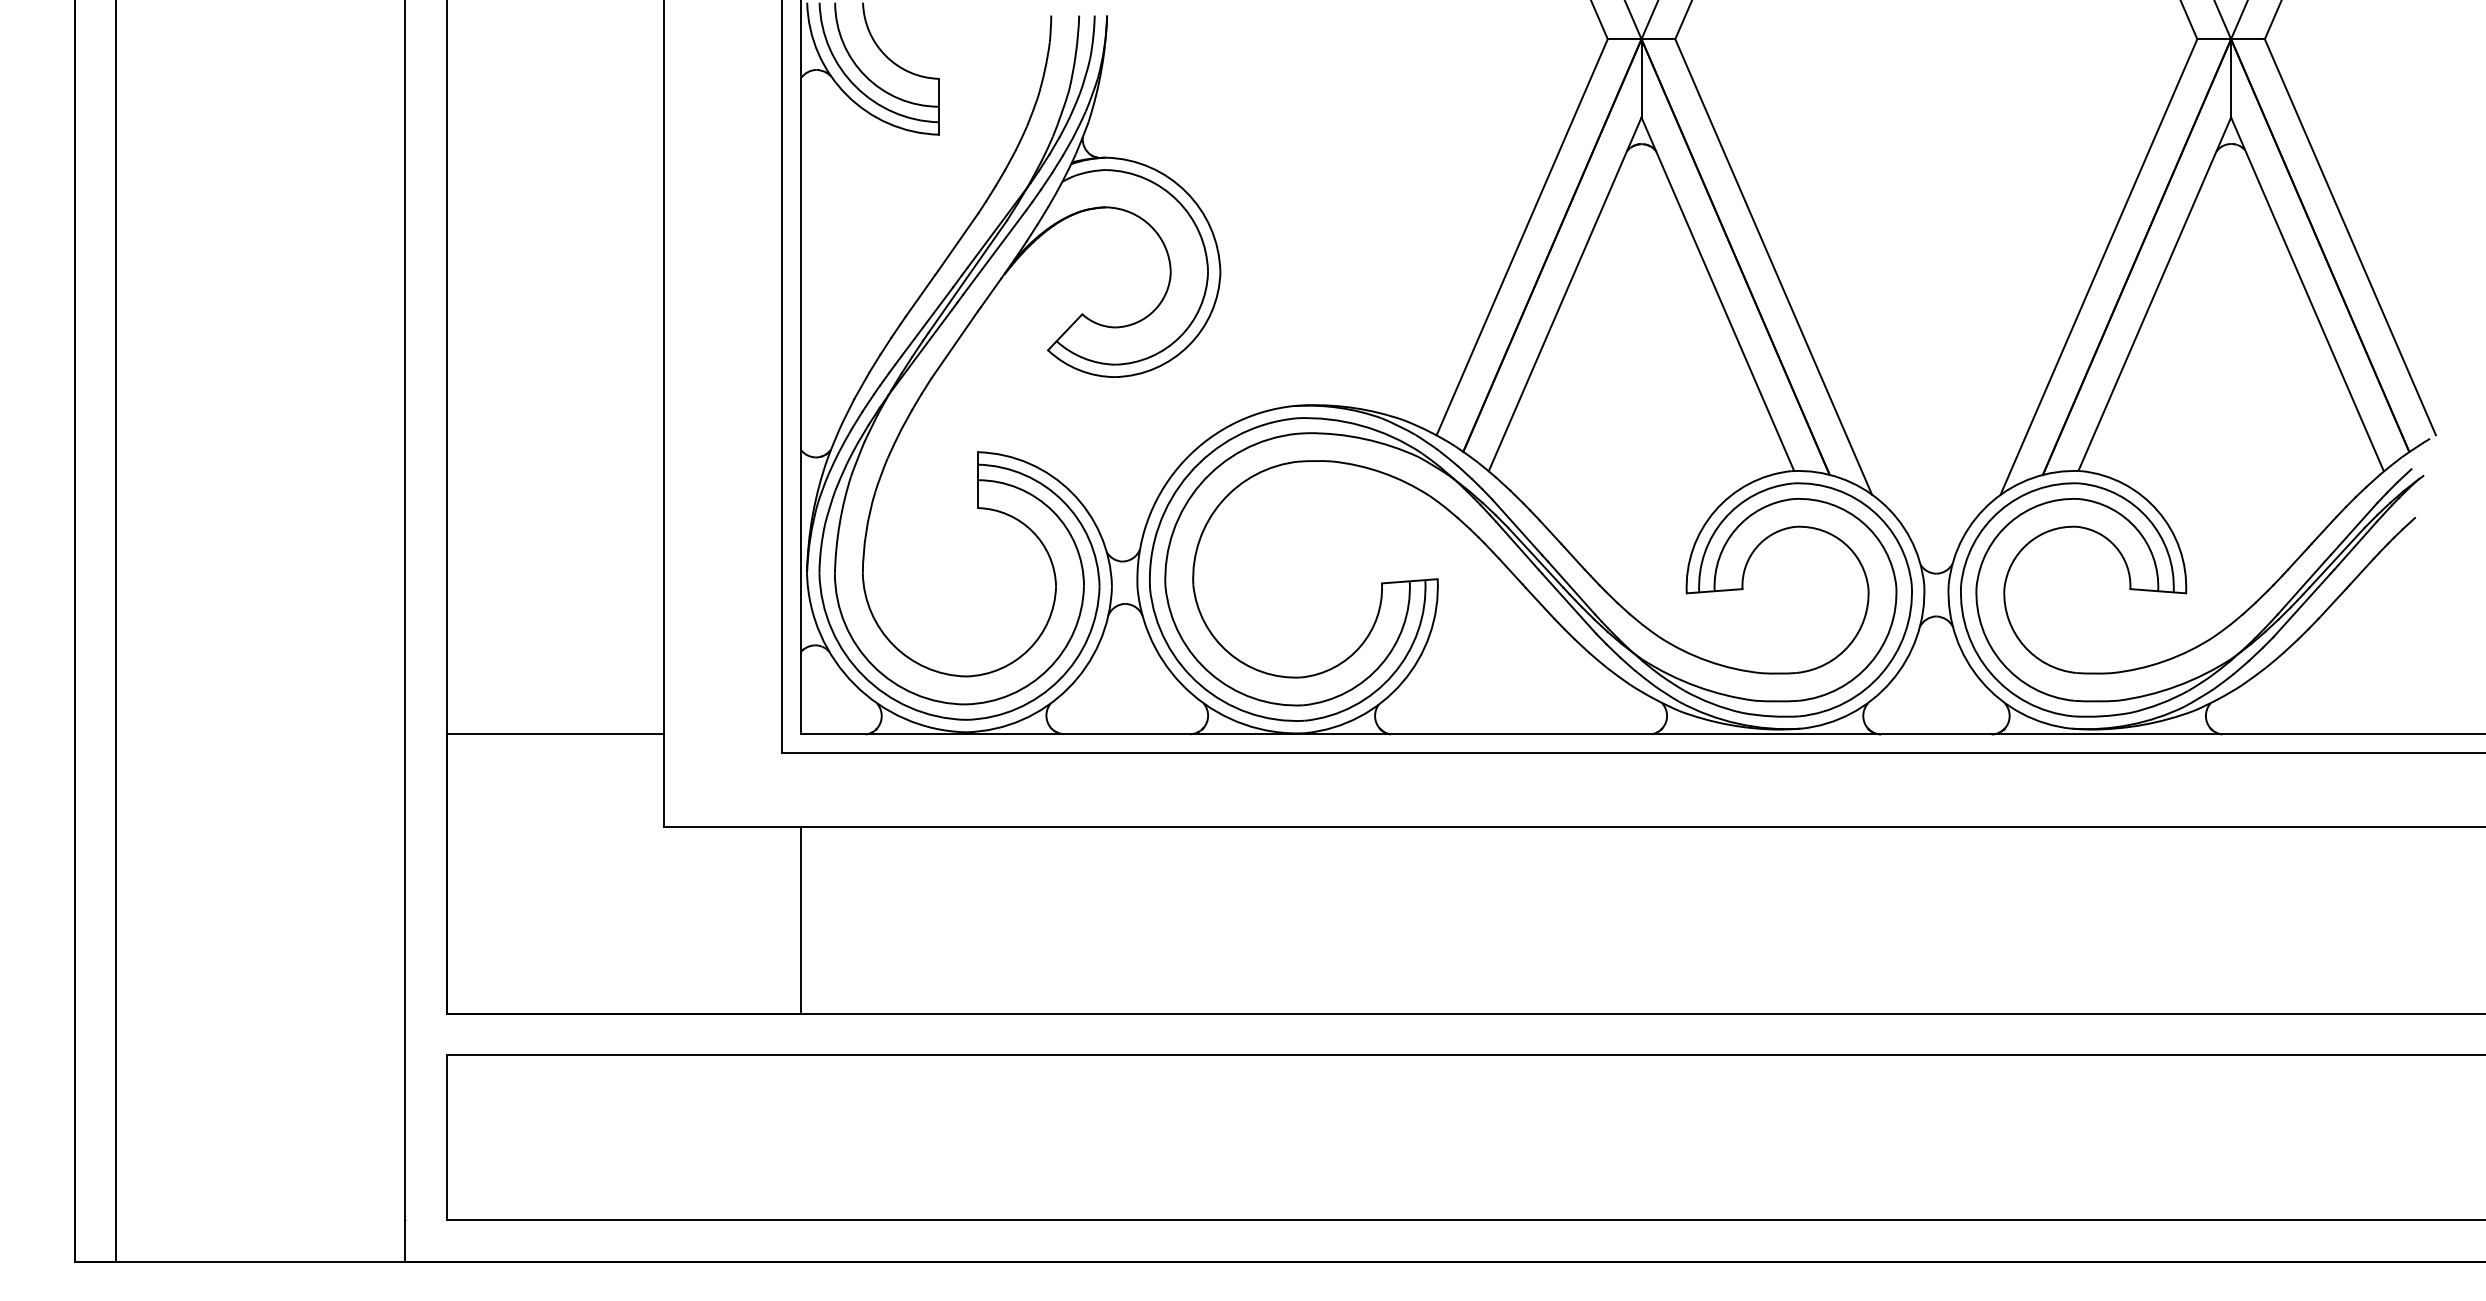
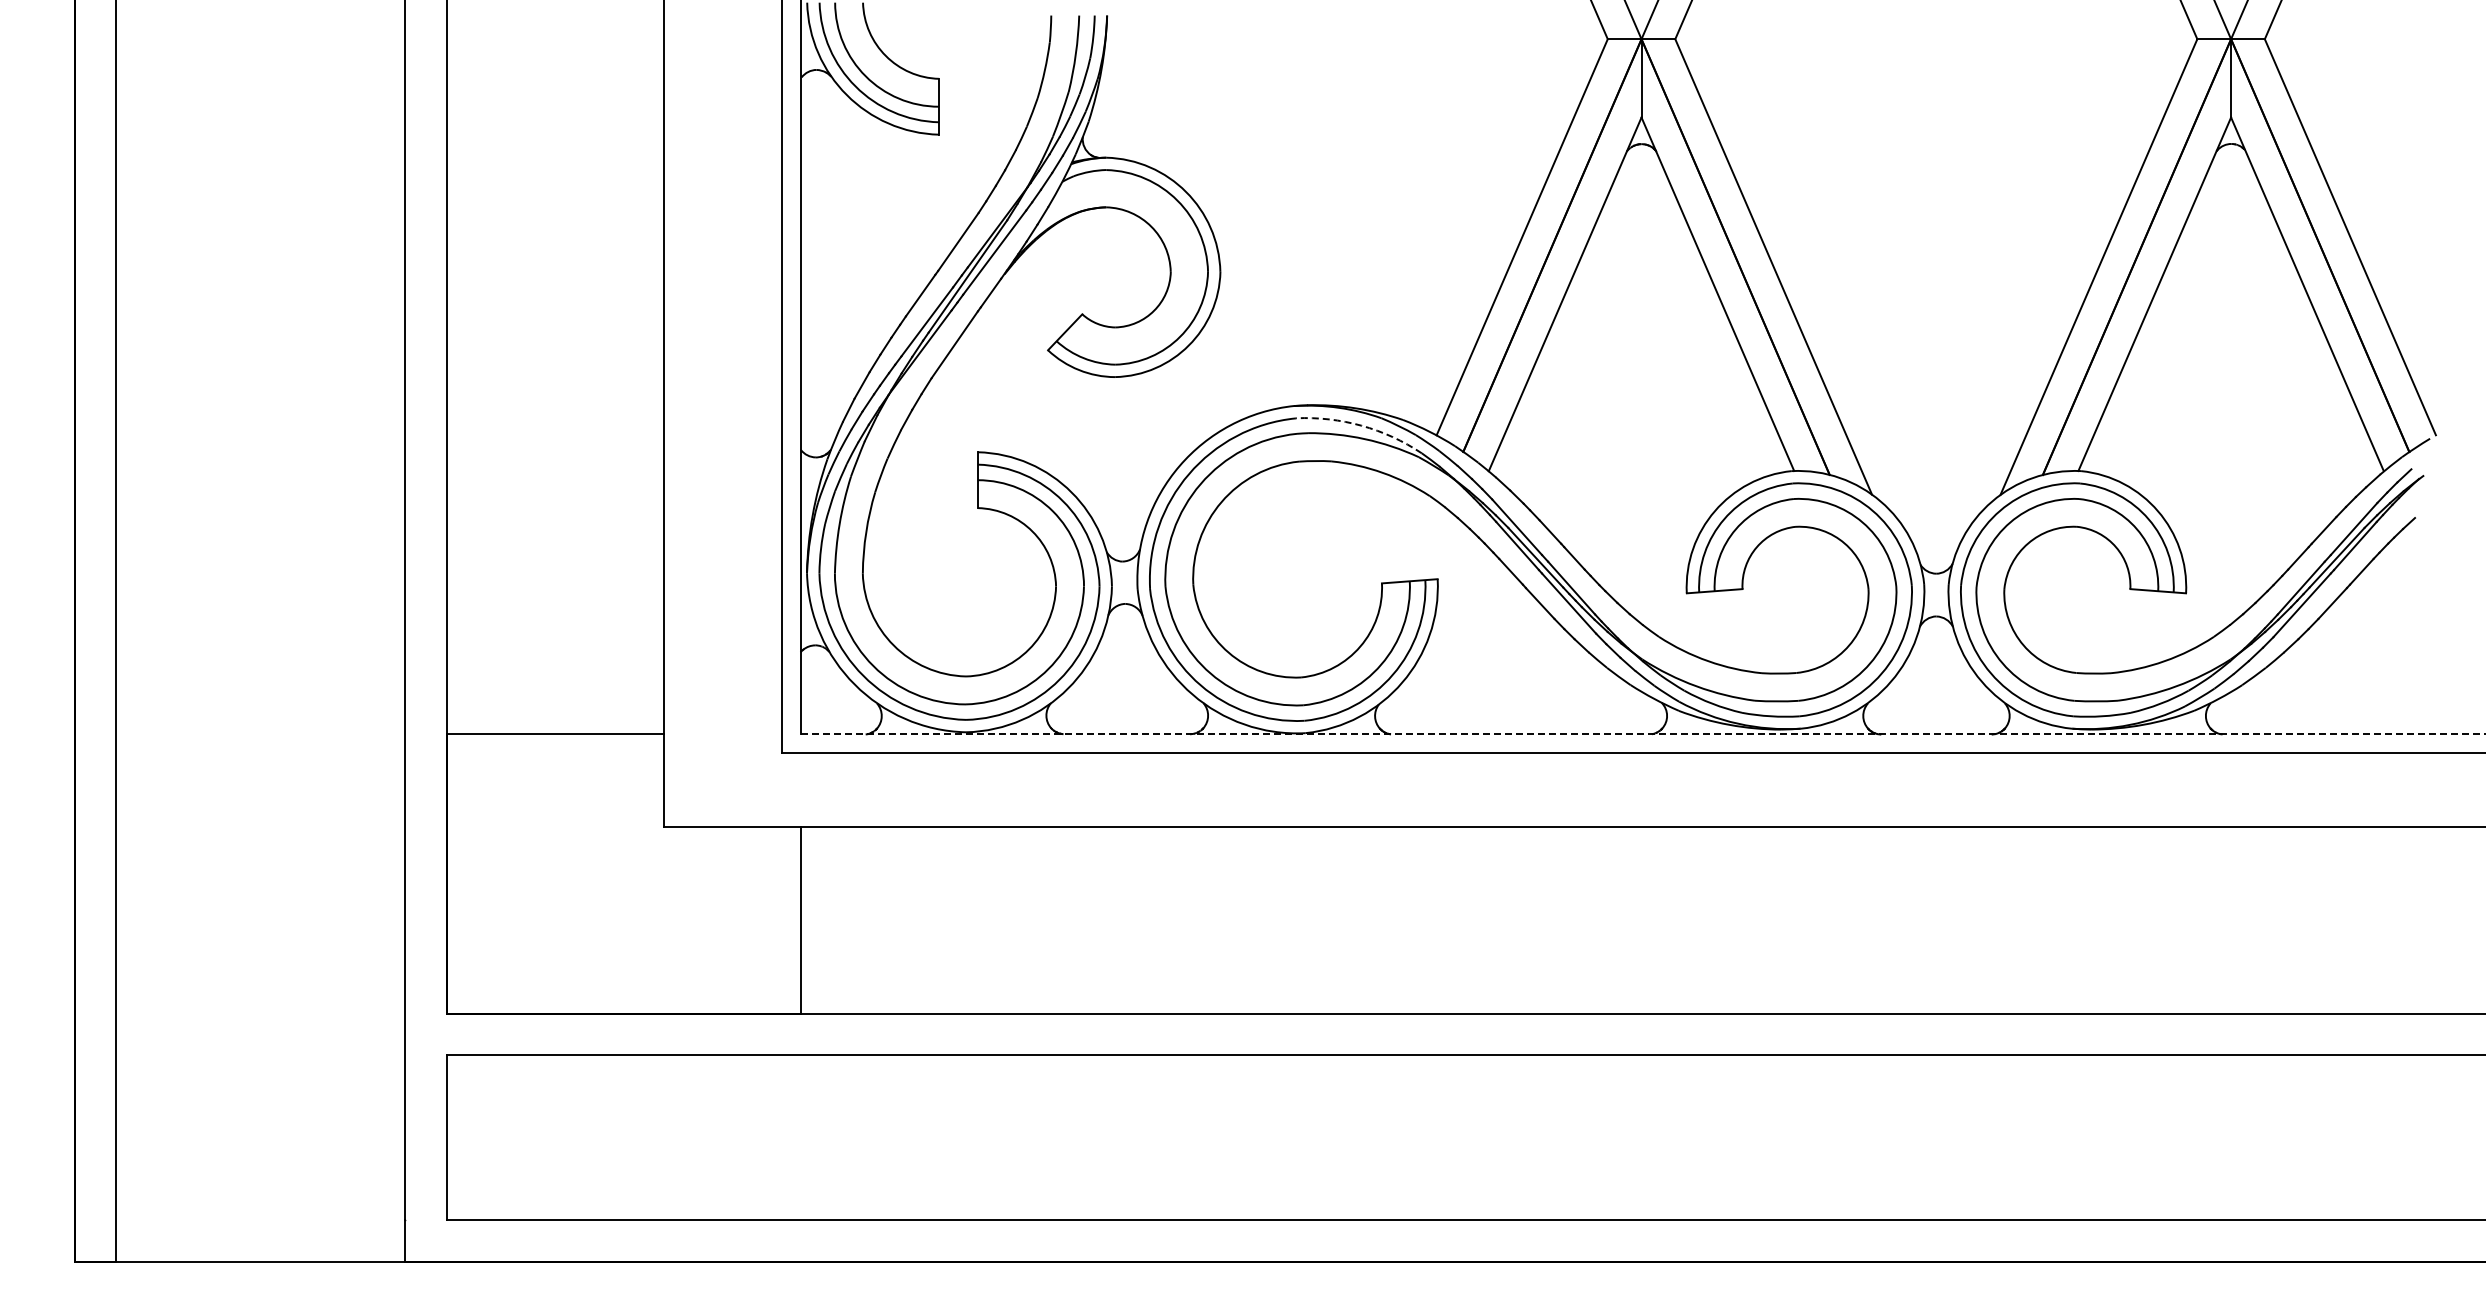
arc at (1361, 425): solid -> dashed
line at (1643, 734): solid -> dashed
